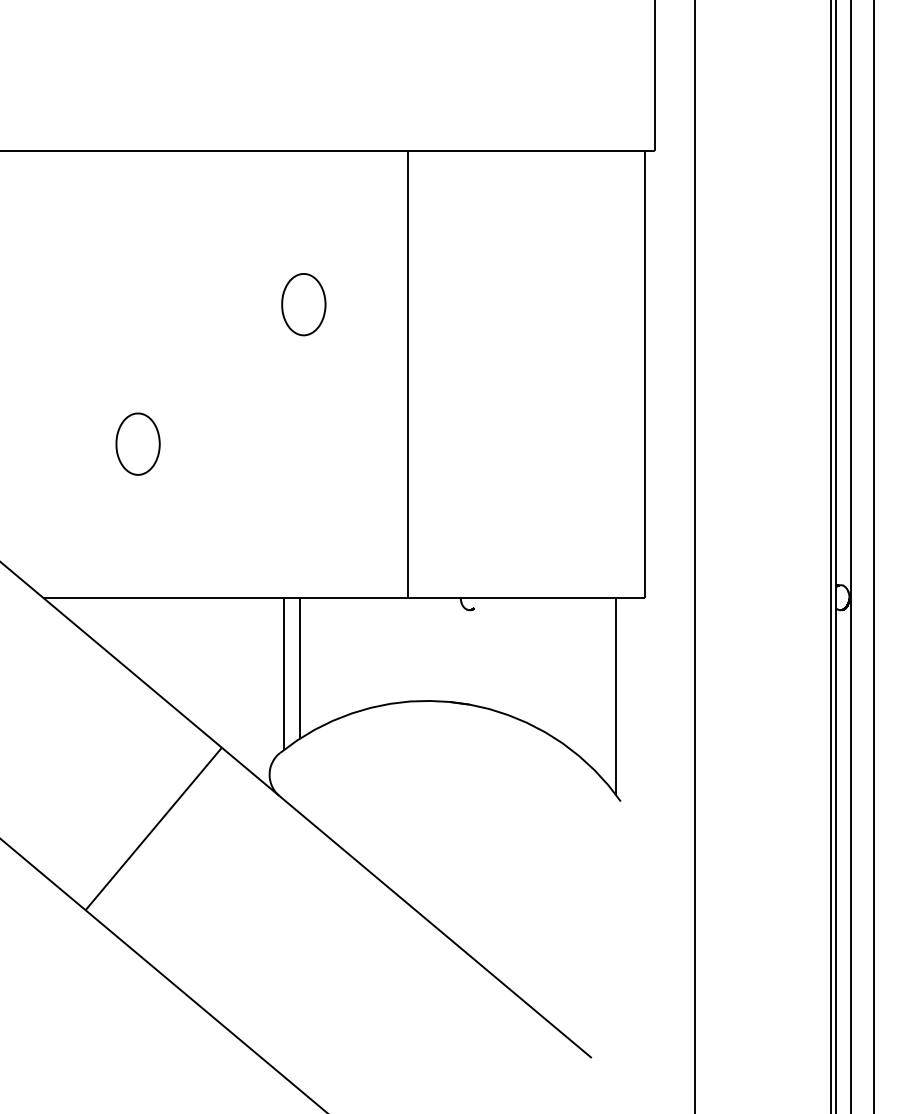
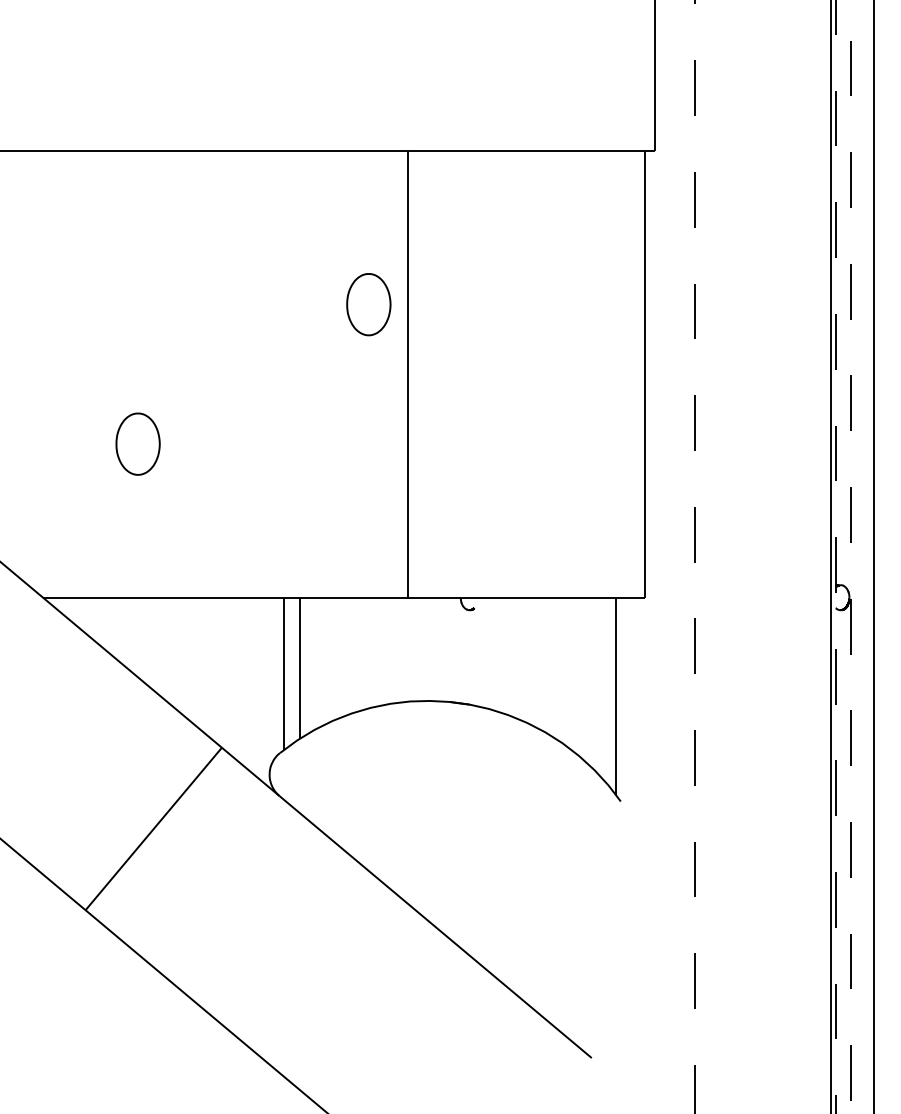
part at (303, 304) position: (303, 304) -> (368, 304)
line at (835, 556): solid -> dashed
line at (694, 557): solid -> dashed
line at (850, 557): solid -> dashed
